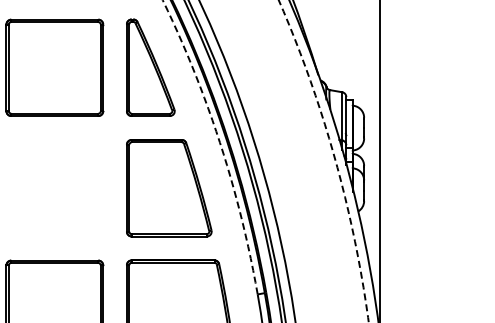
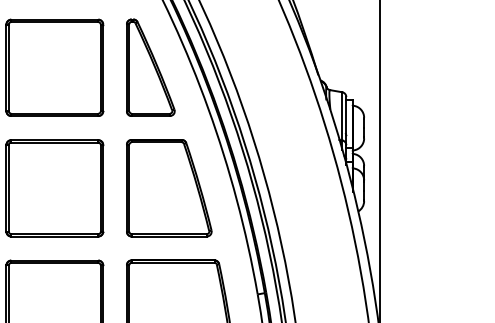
arc at (220, 143): dashed -> solid
circle at (323, 161): dashed -> solid
part at (54, 188): none -> present
